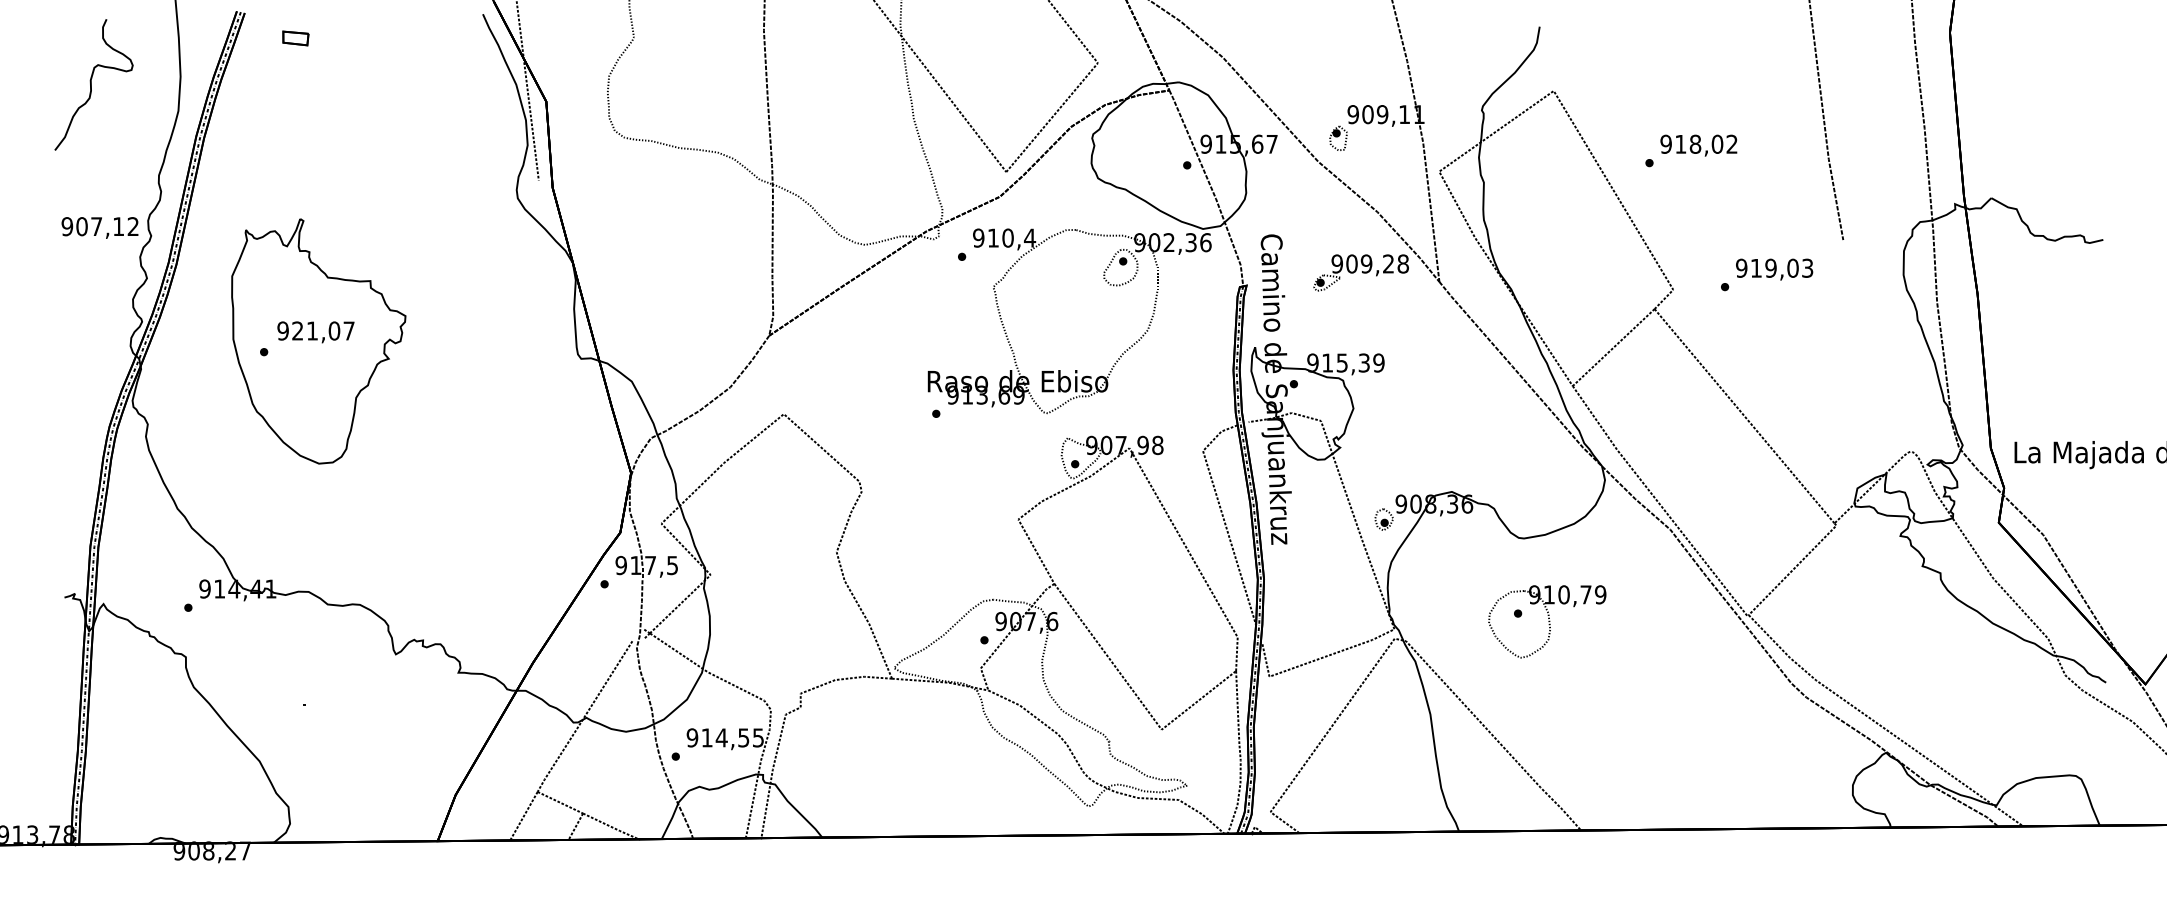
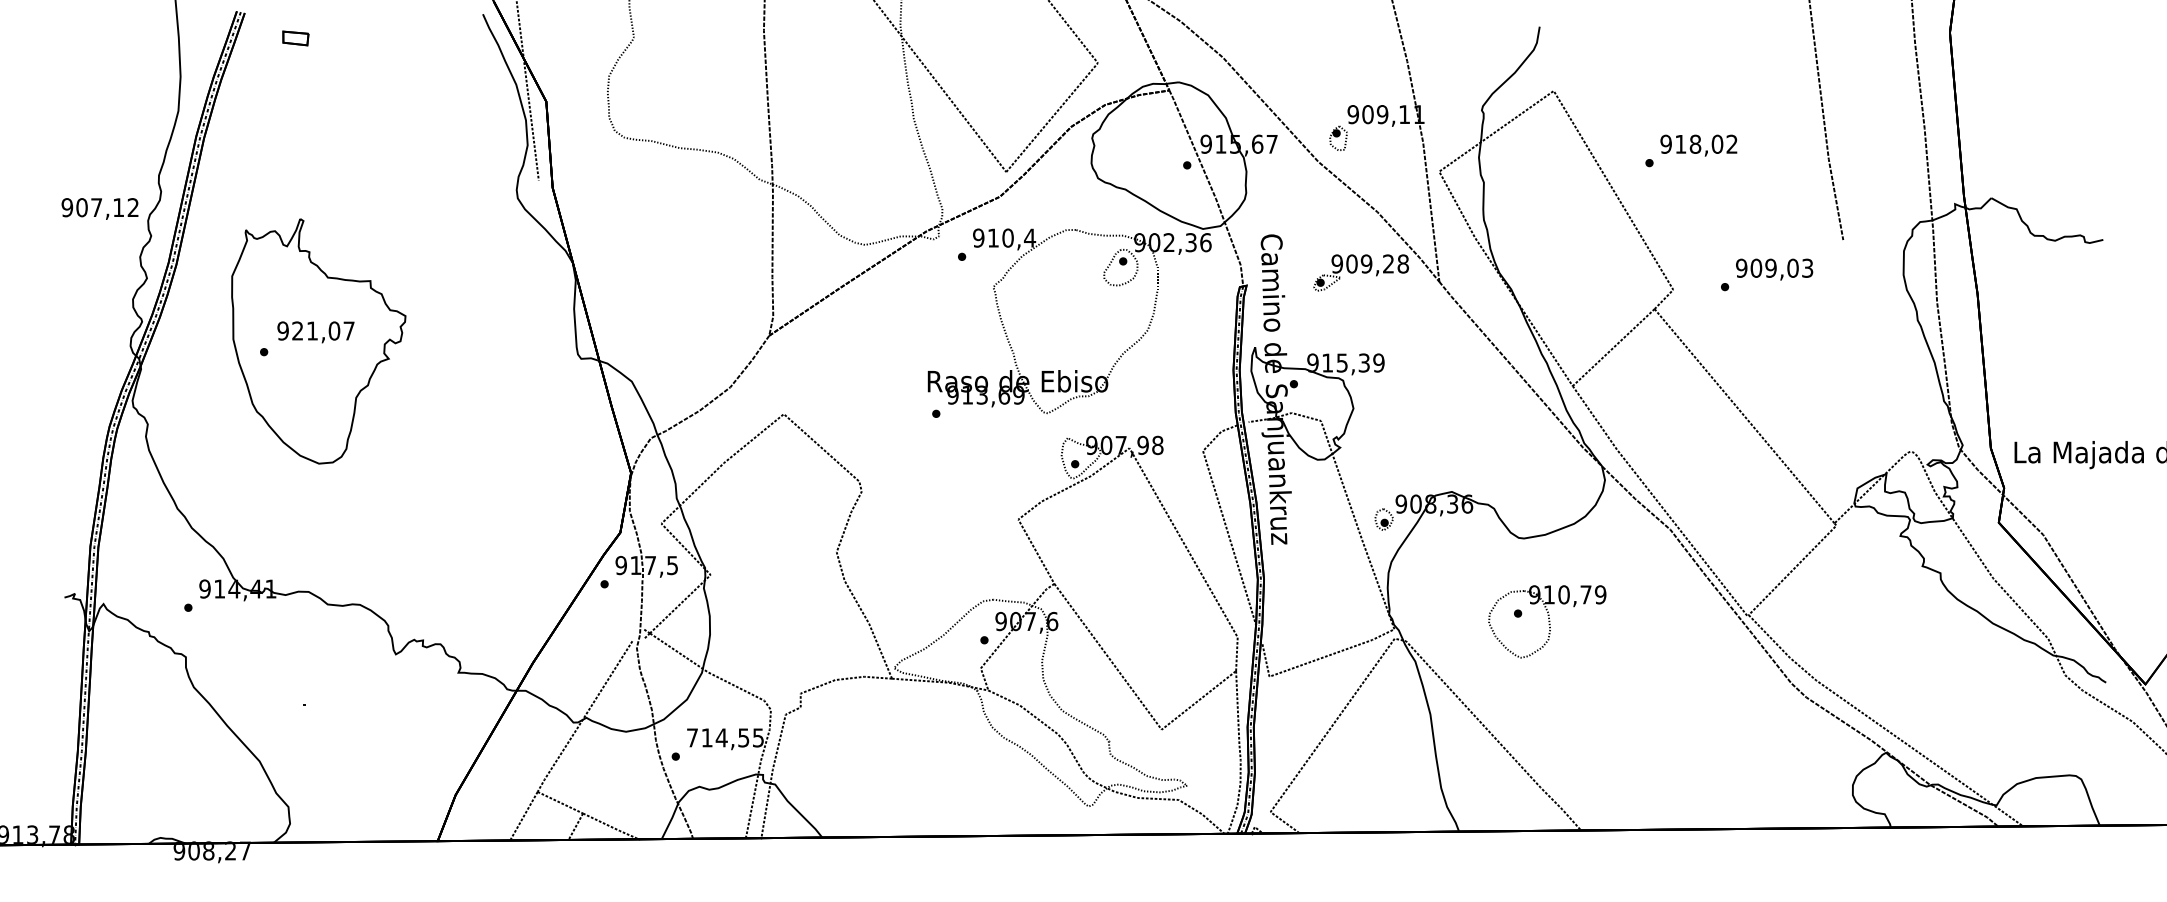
curve at (91, 84): present -> none
text at (99, 227) position: (99, 227) -> (99, 208)
text at (1756, 267): 919,03 -> 909,03
text at (692, 737): 914,55 -> 714,55
